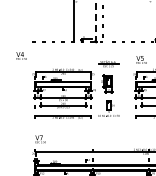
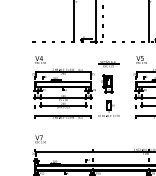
line at (95, 21): dashed -> solid
line at (148, 21): none -> present
text at (21, 55) position: (21, 55) -> (40, 59)
